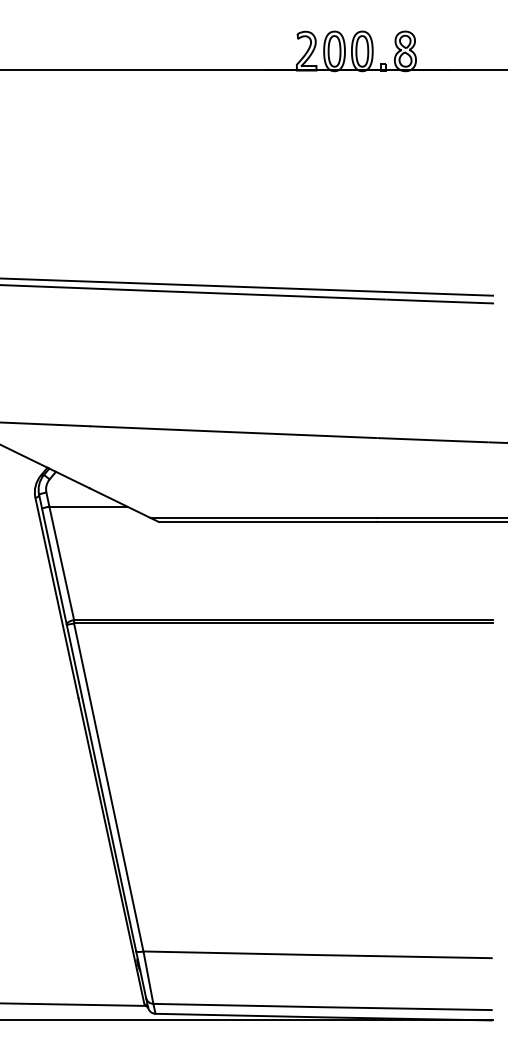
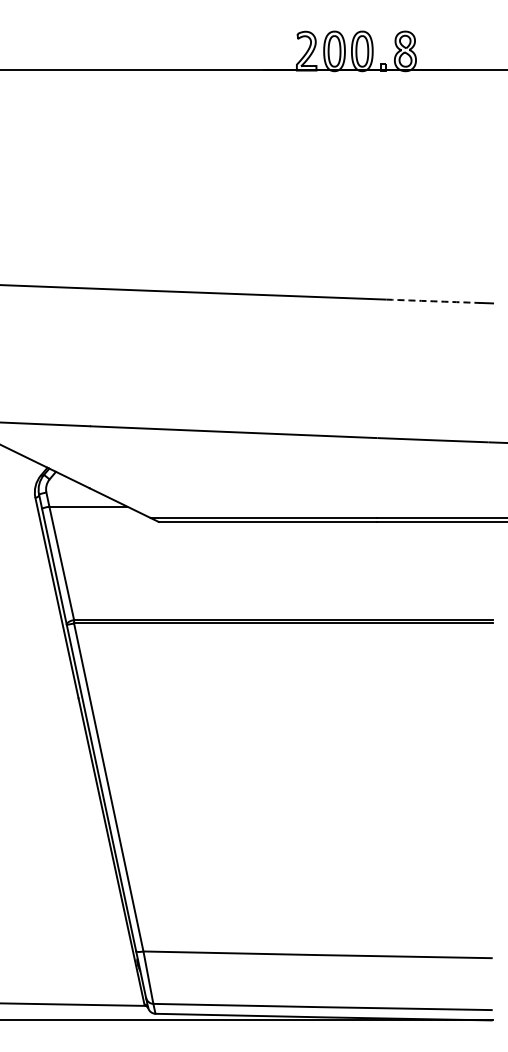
line at (247, 286): present -> none
arc at (433, 301): solid -> dashed
